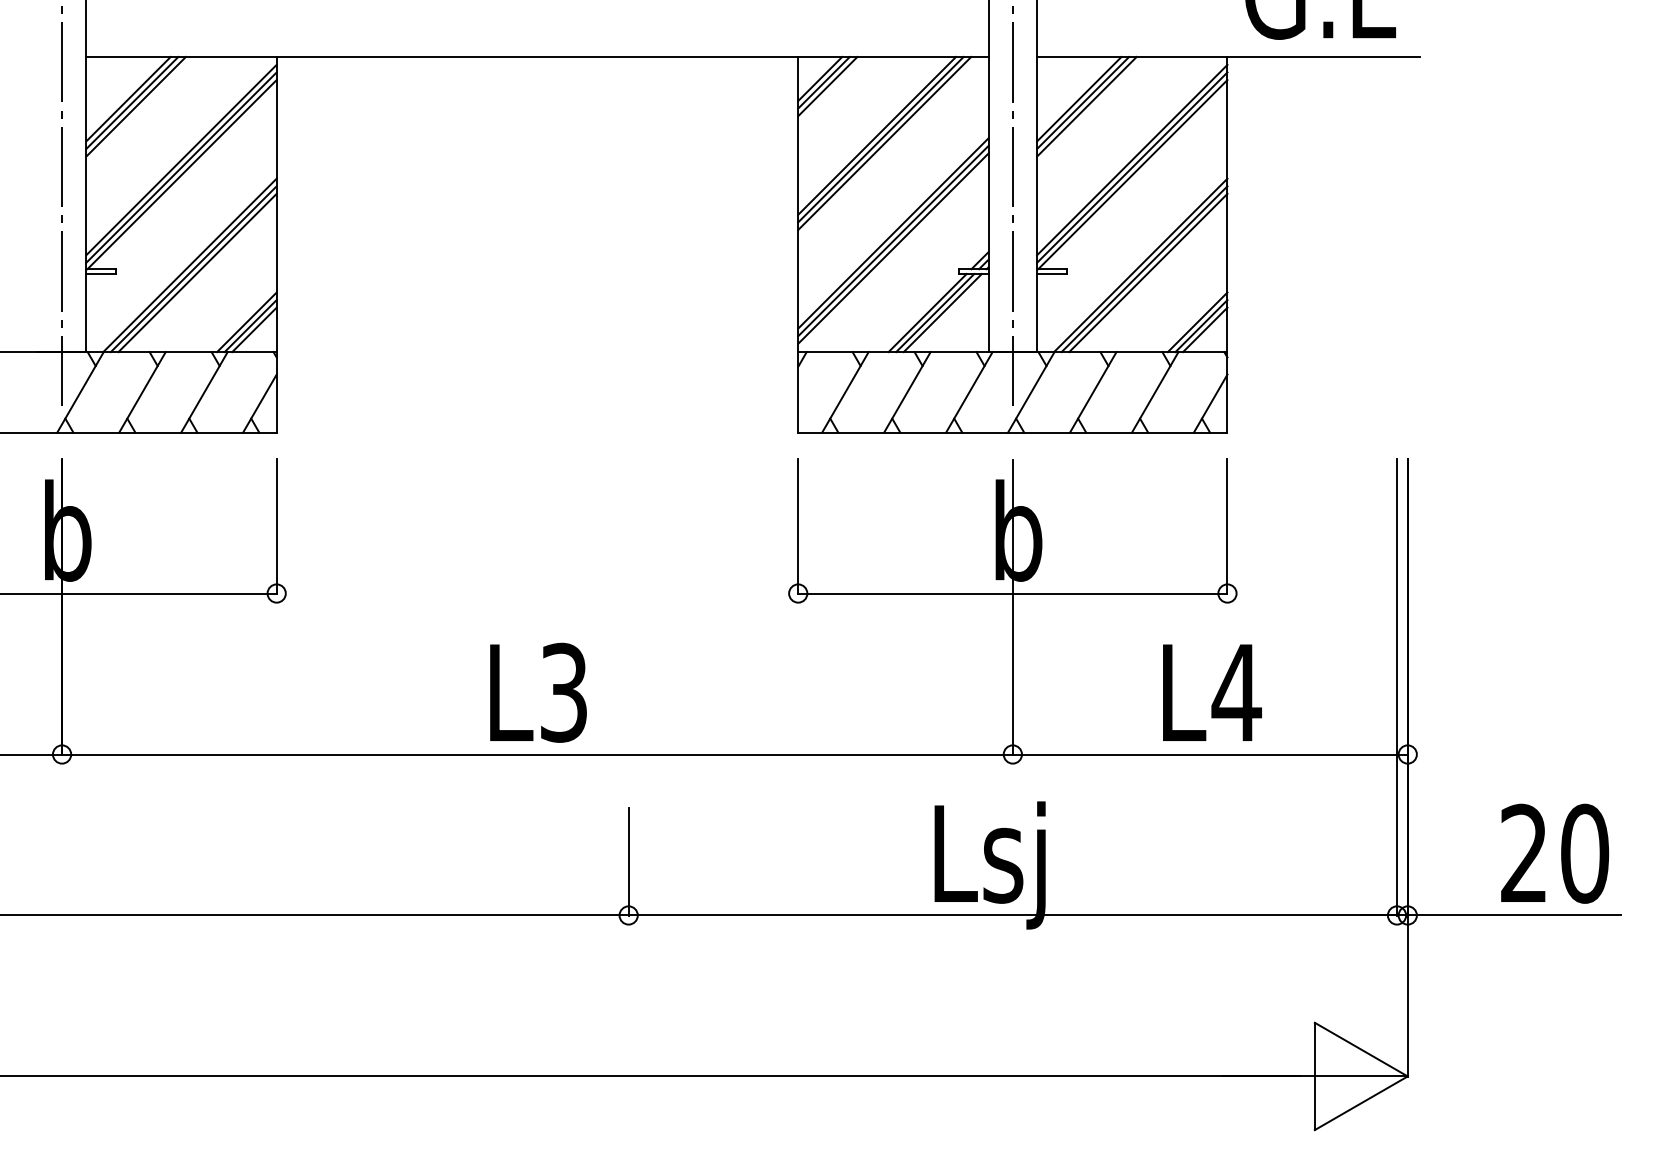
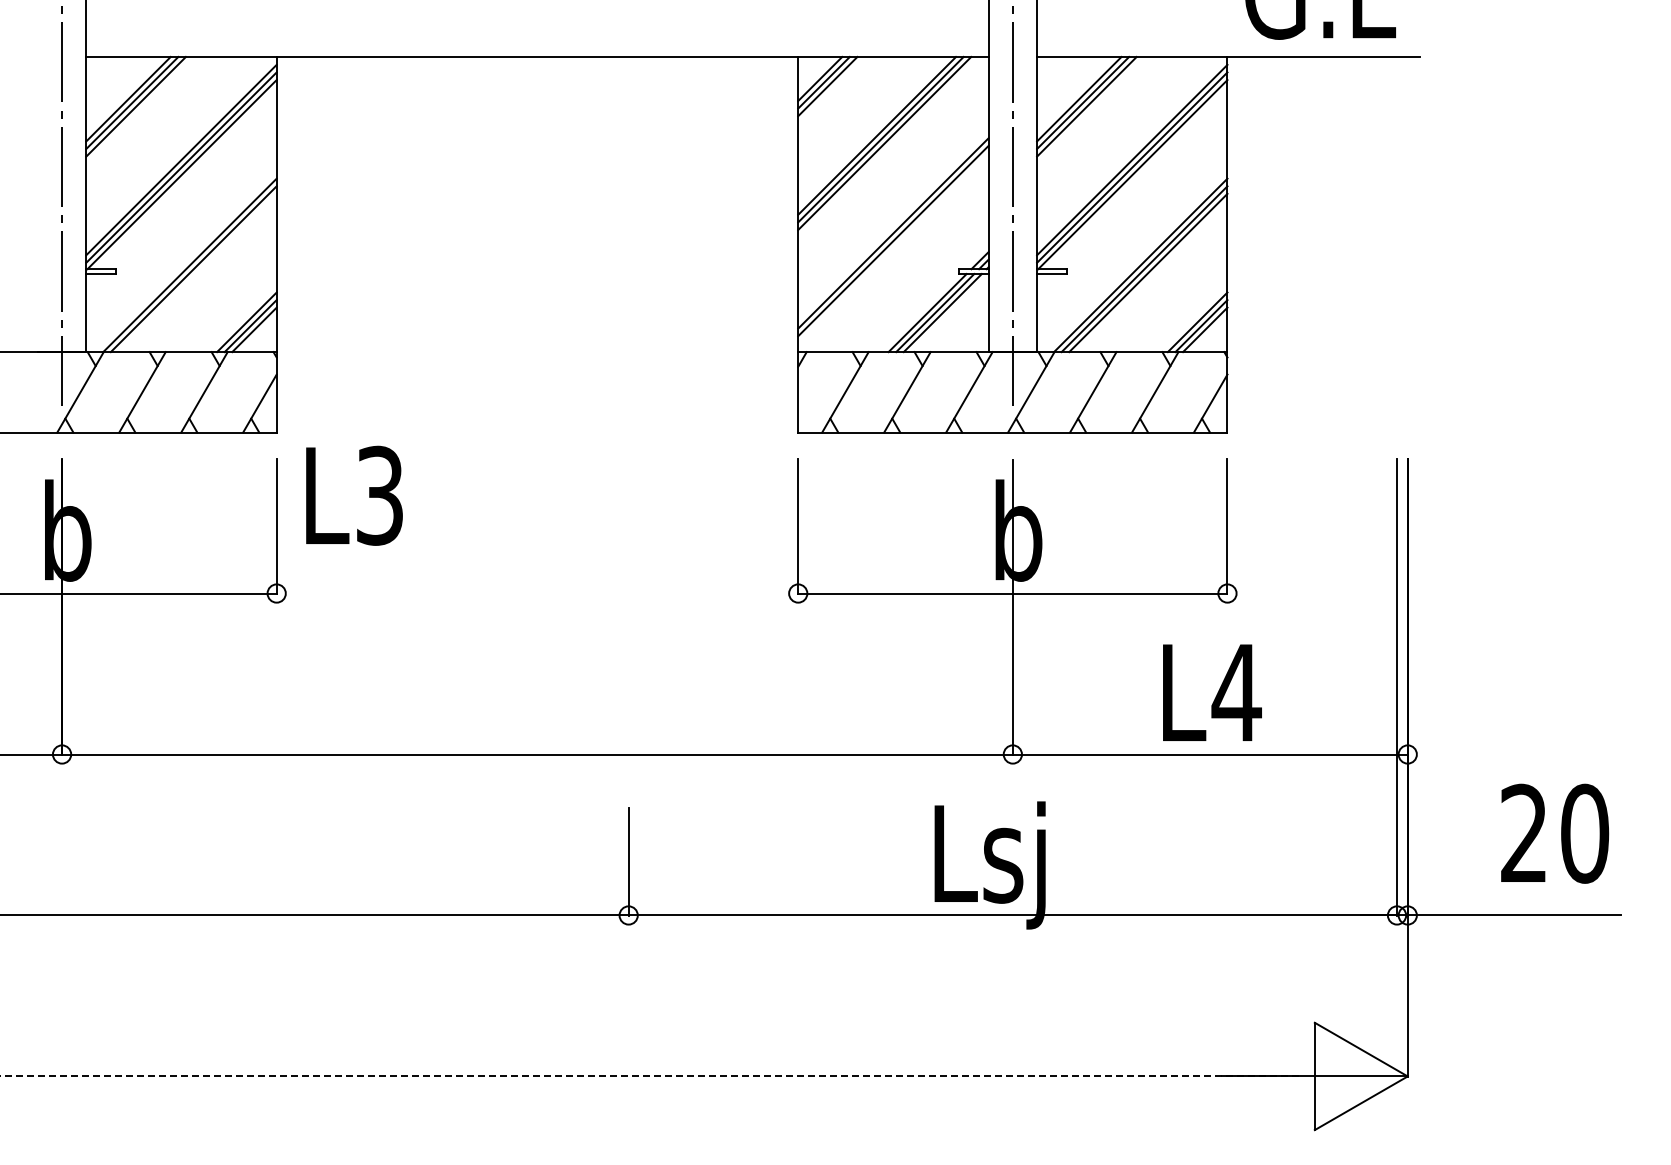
line at (893, 248): present -> none
line at (197, 272): present -> none
text at (538, 692) position: (538, 692) -> (354, 495)
text at (1555, 853) position: (1555, 853) -> (1555, 833)
line at (650, 1076): solid -> dashed
